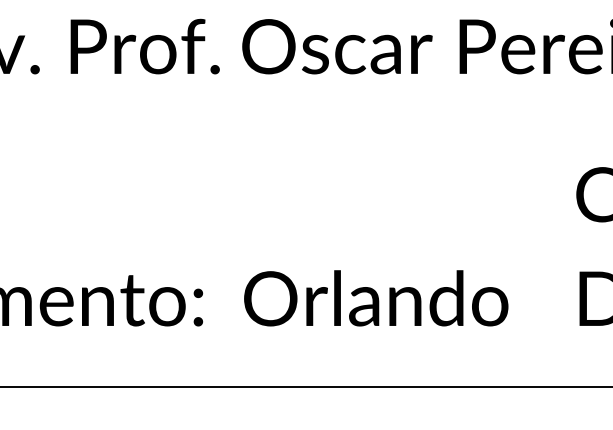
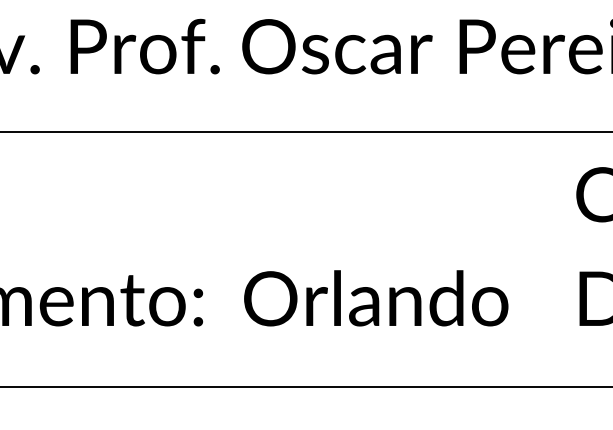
line at (305, 132): none -> present
